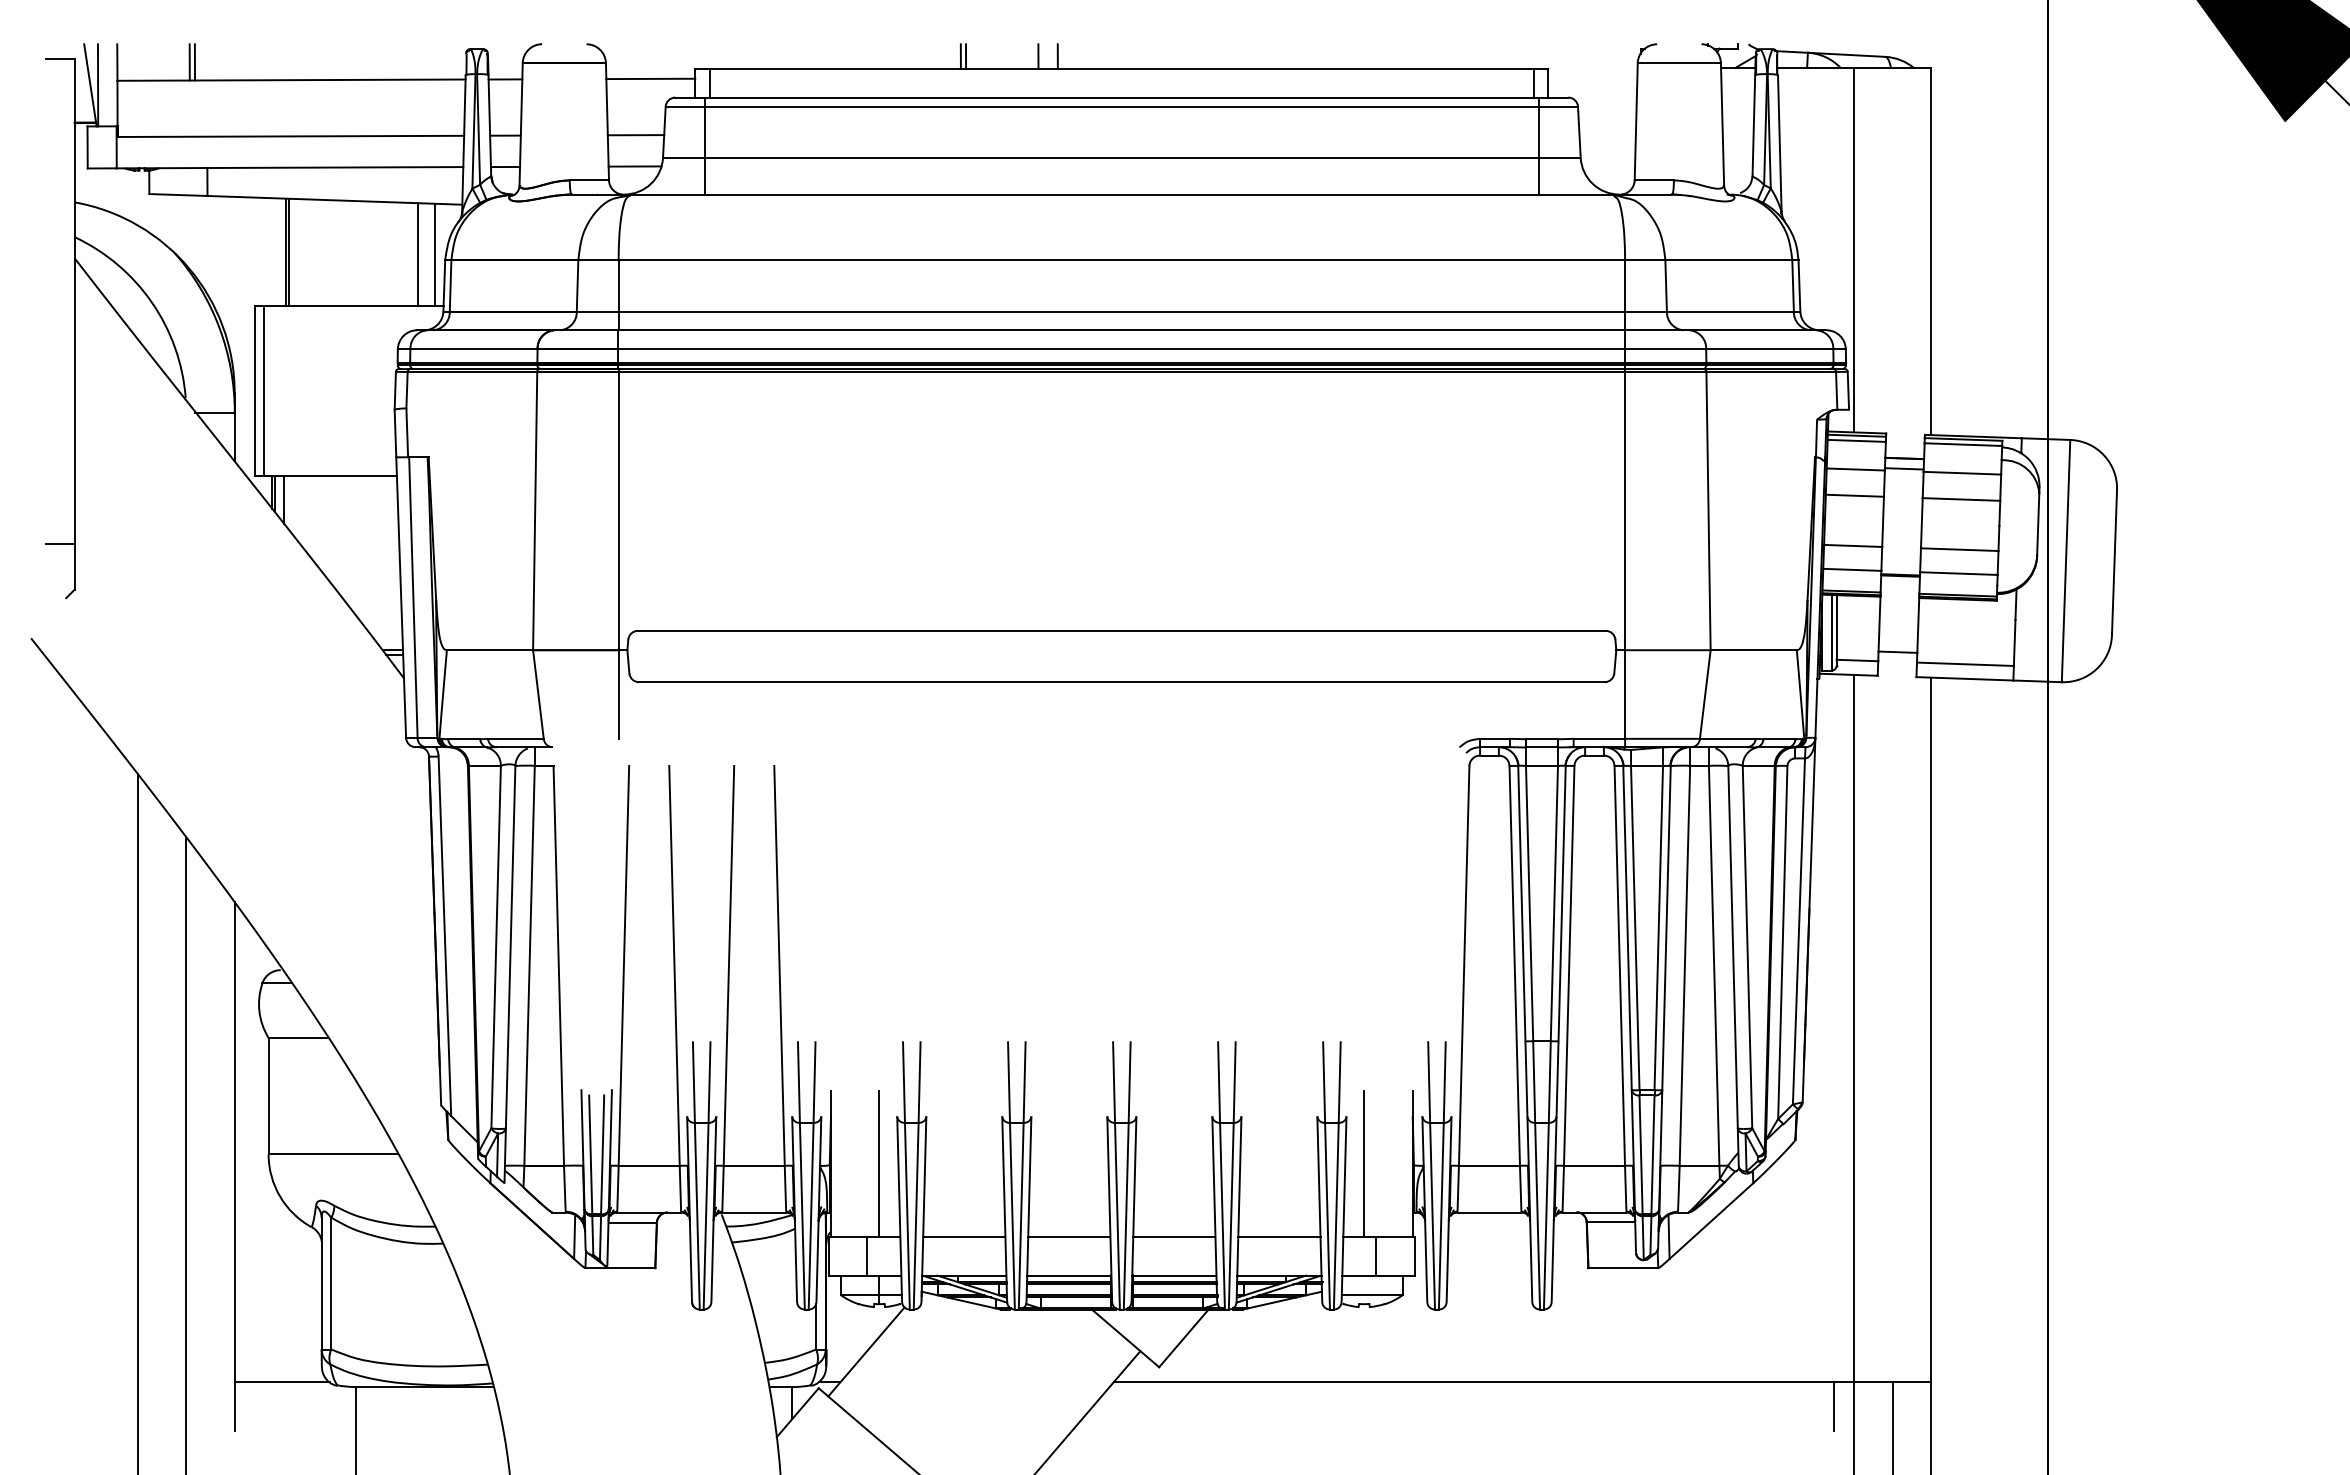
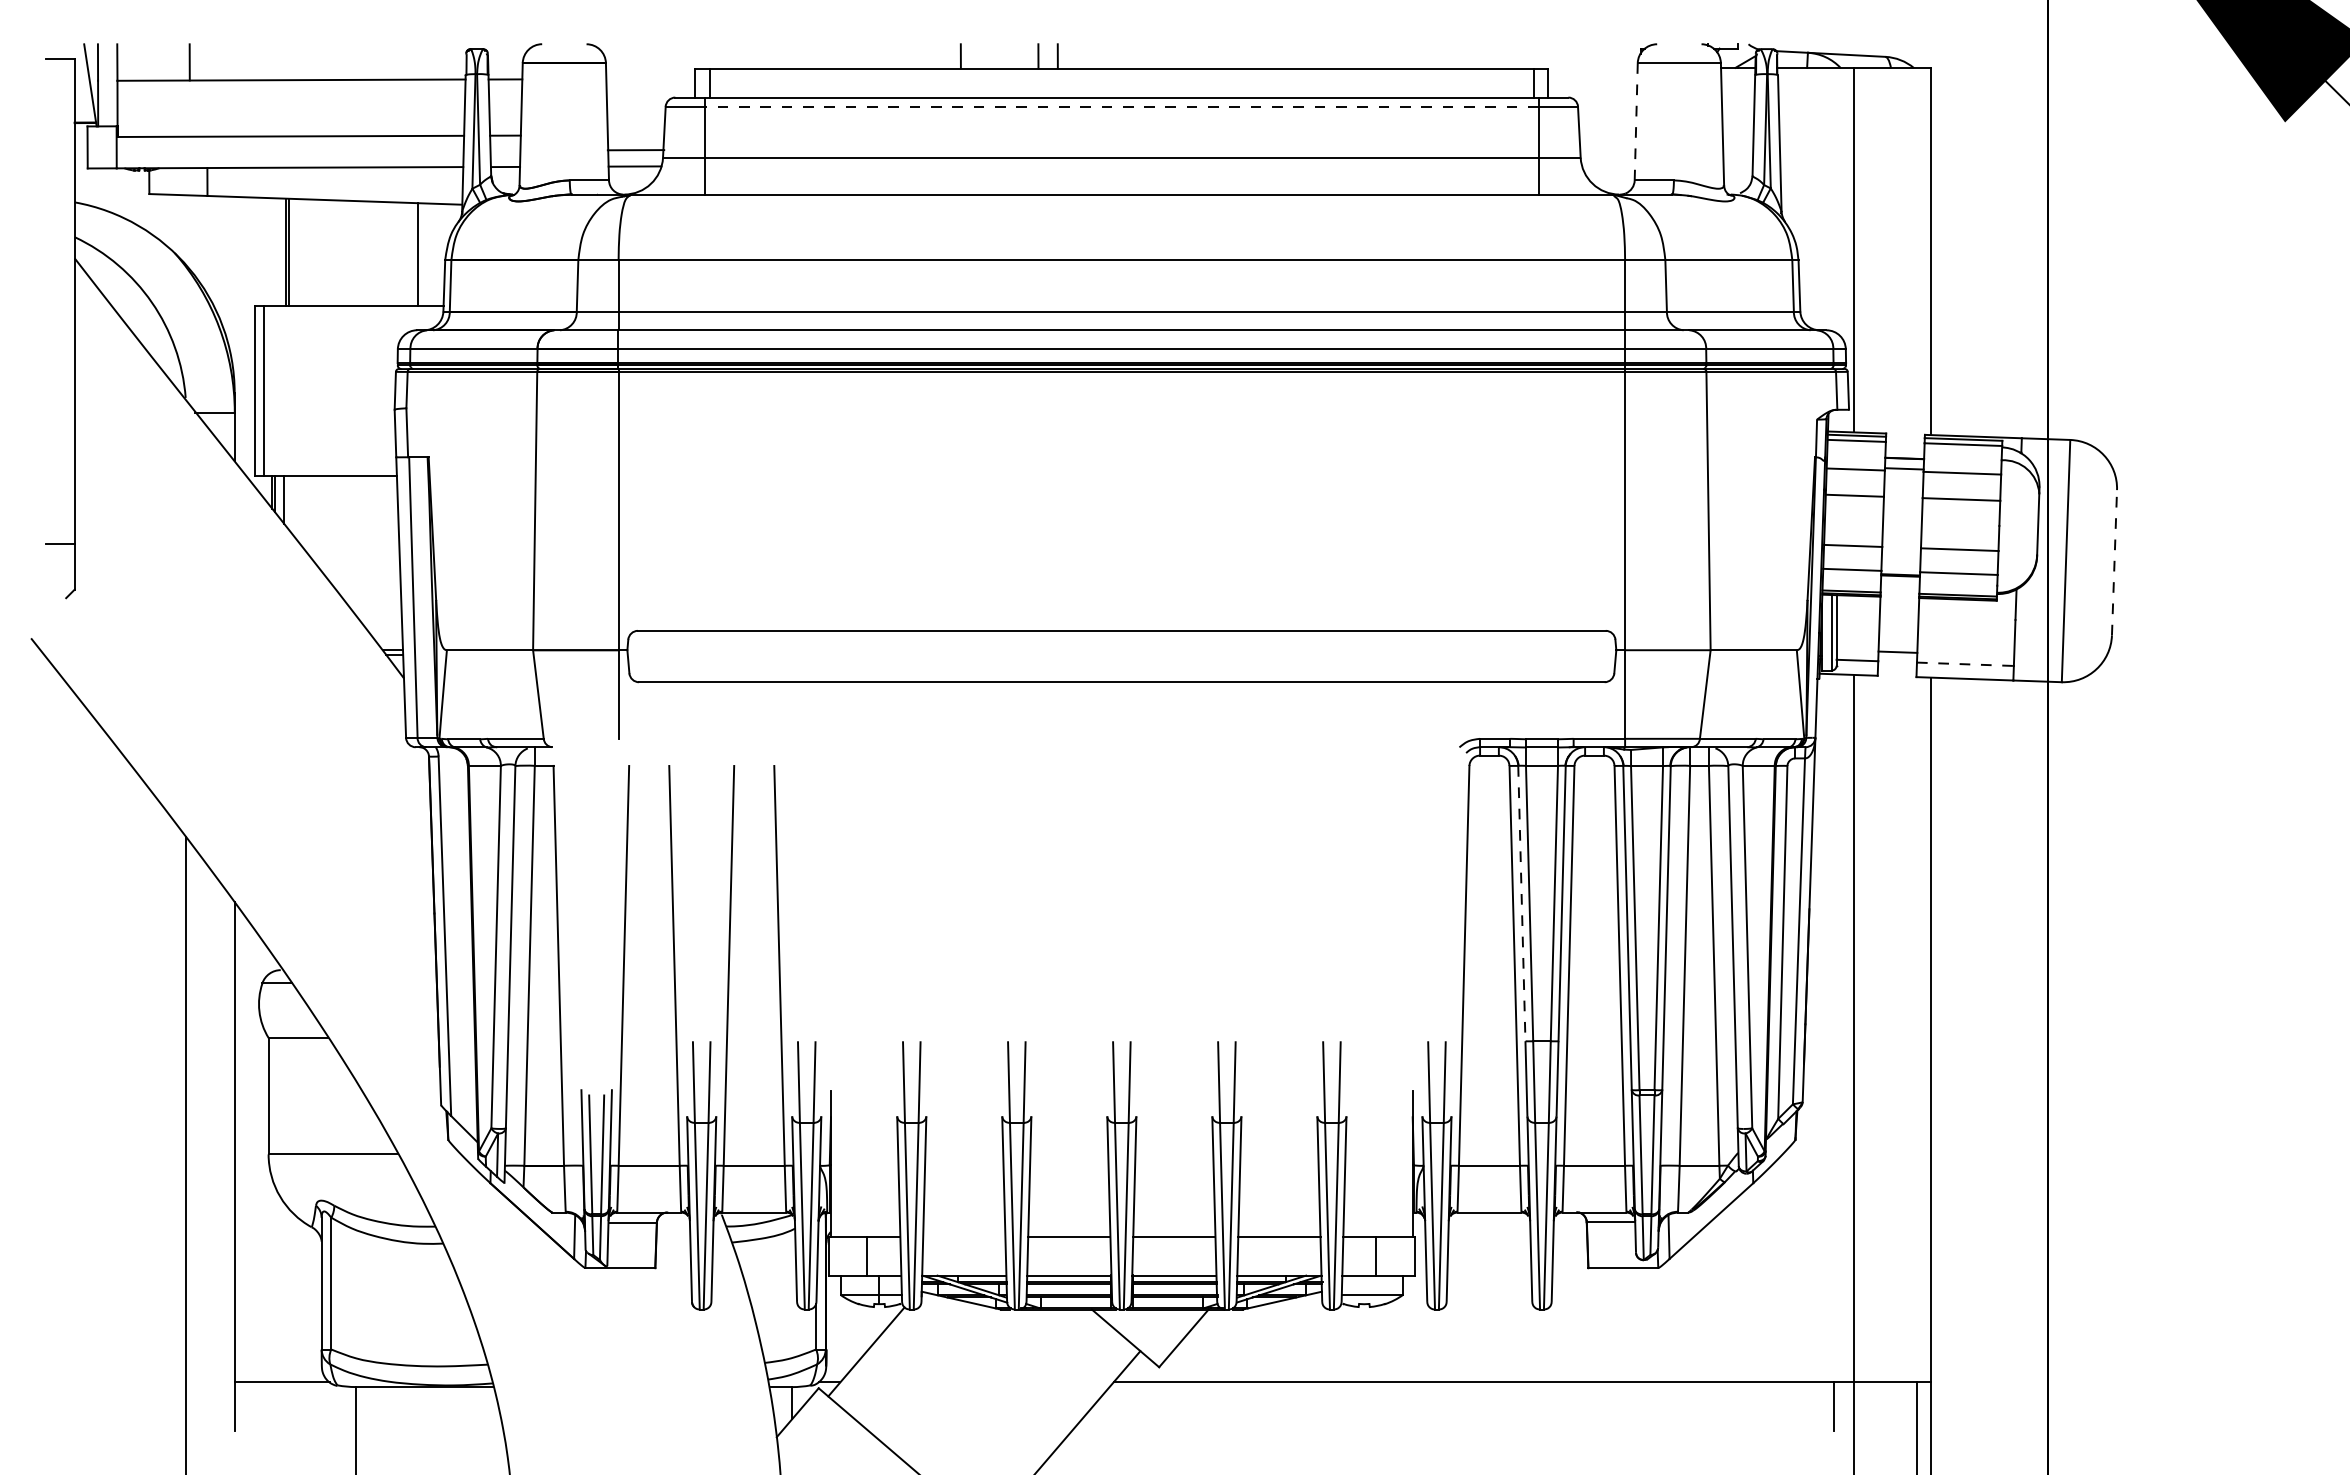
line at (966, 56): present -> none
line at (194, 62): present -> none
line at (650, 78): present -> none
line at (1121, 106): solid -> dashed
line at (1636, 121): solid -> dashed
line at (635, 135) position: (635, 135) -> (635, 150)
line at (434, 254): present -> none
line at (2114, 562): solid -> dashed
line at (1965, 664): solid -> dashed
line at (1521, 903): solid -> dashed
line at (137, 1122): present -> none
line at (879, 1163): present -> none
line at (1364, 1163): present -> none
line at (964, 1236): present -> none
line at (1892, 1426) position: (1892, 1426) -> (1916, 1426)
